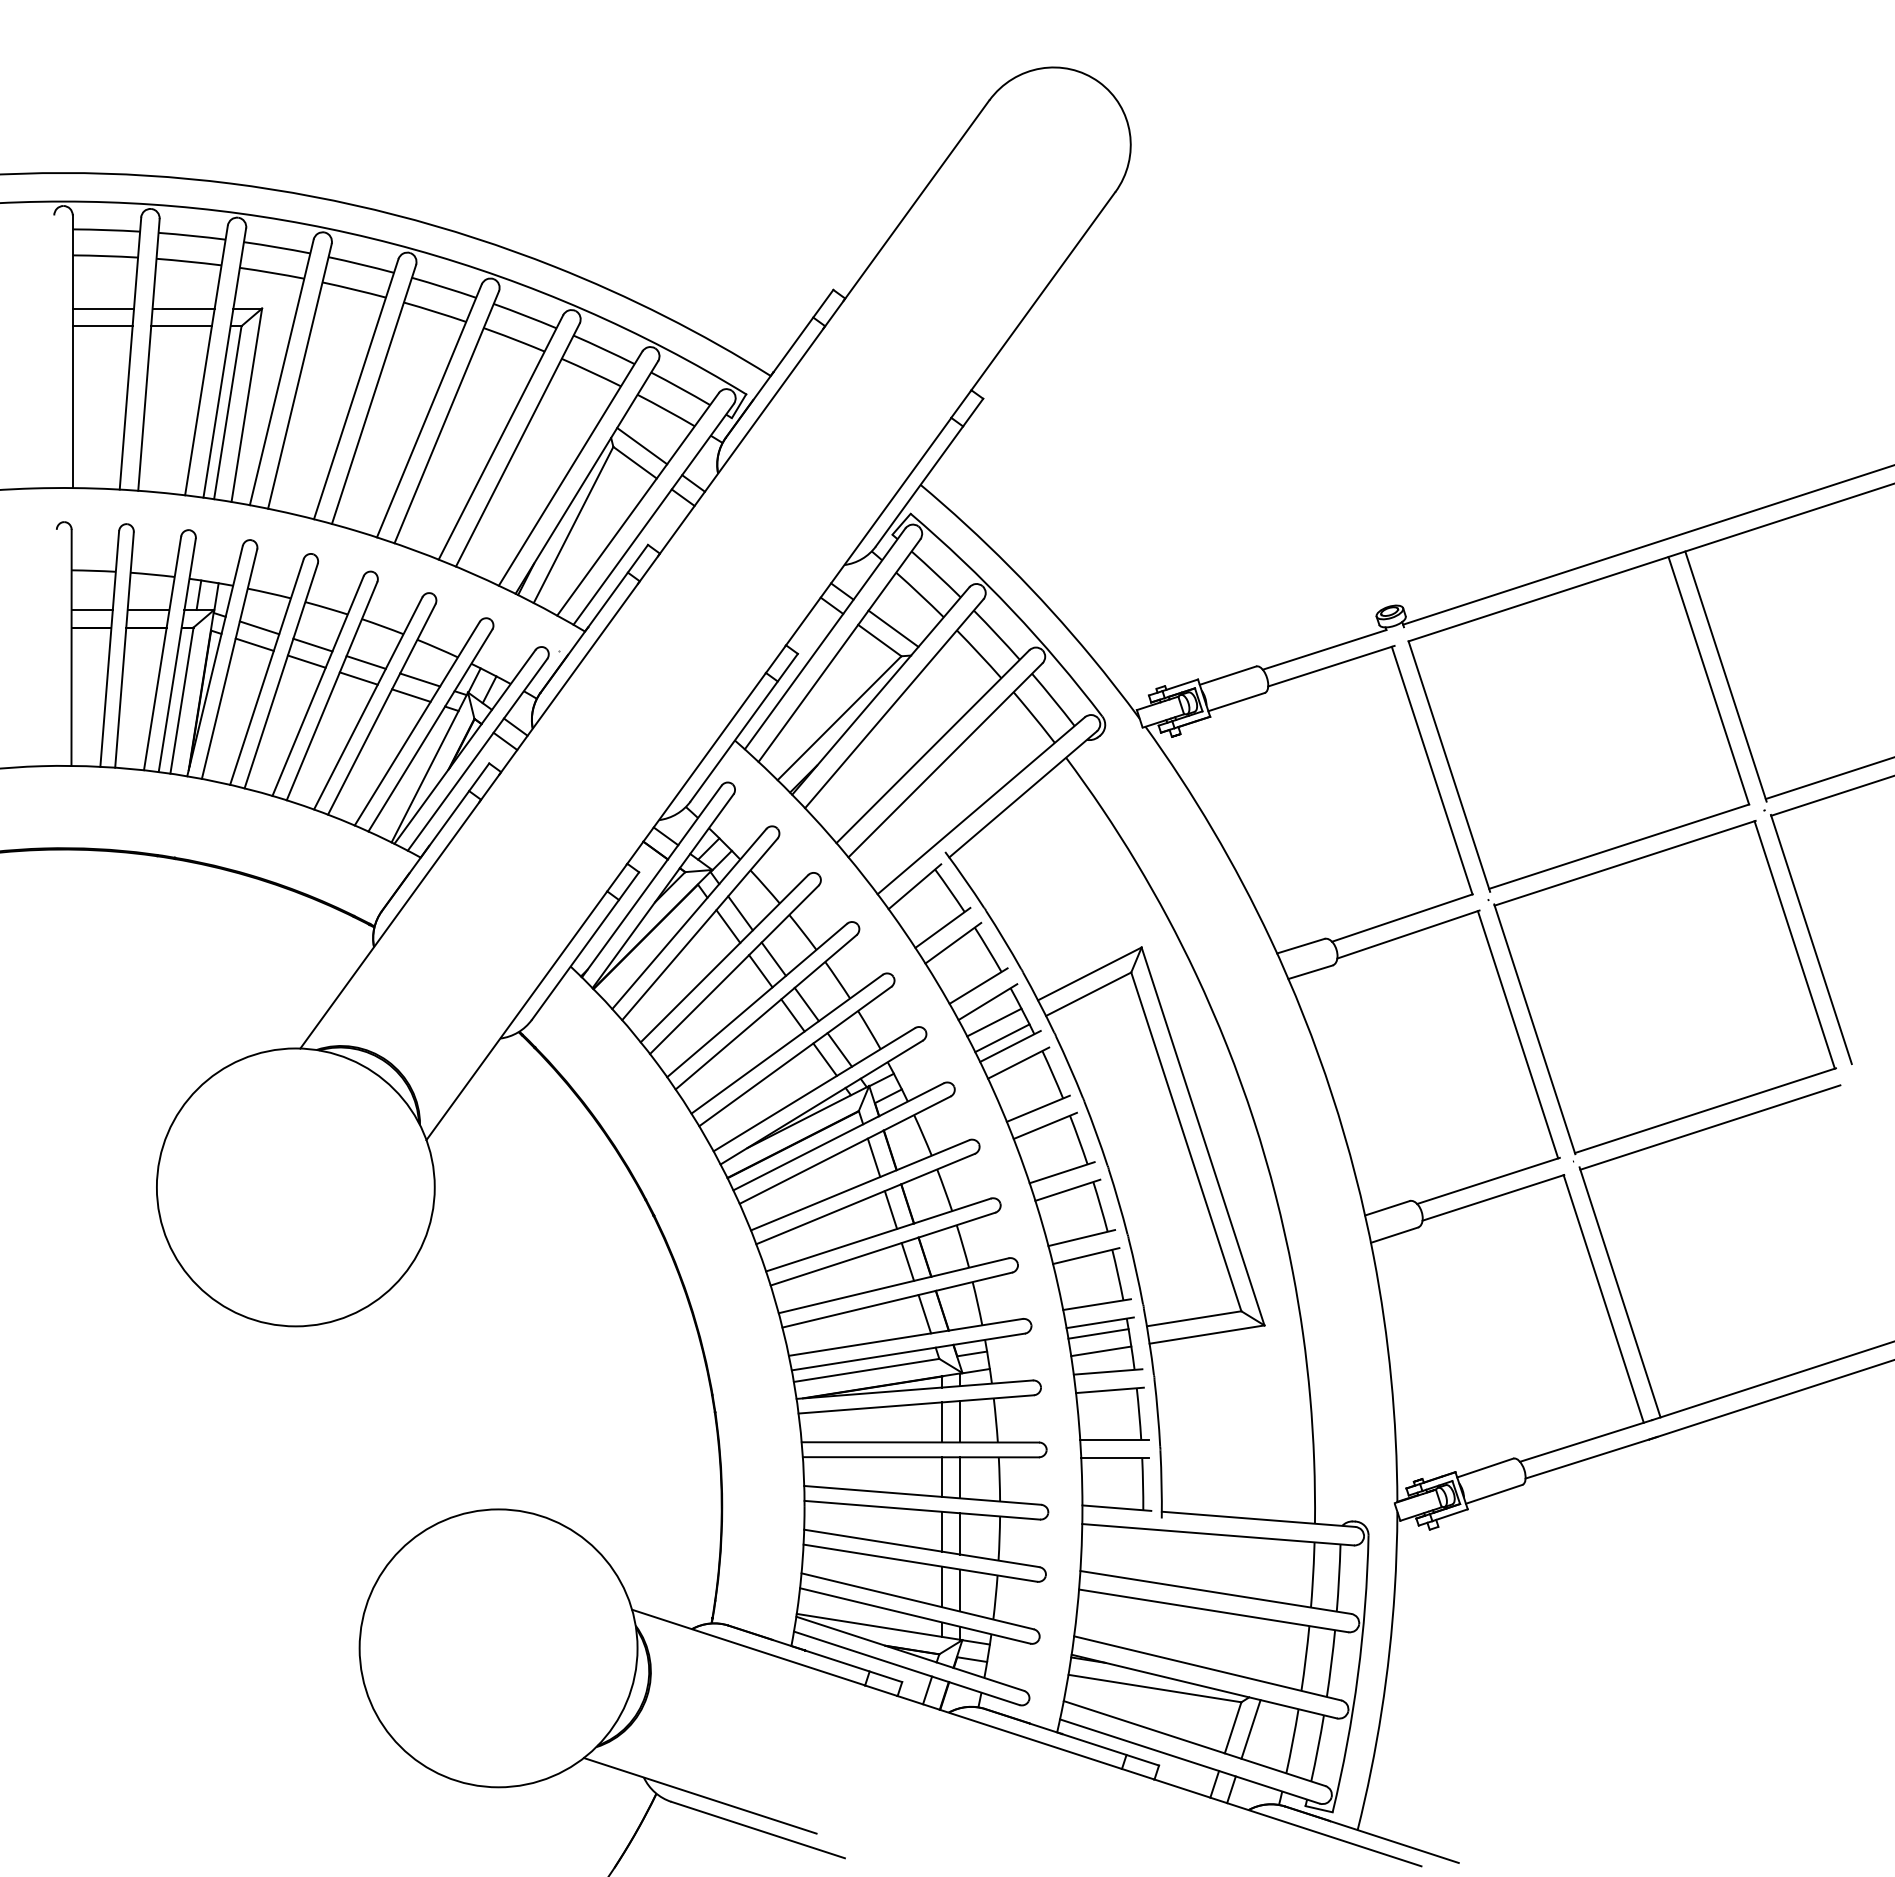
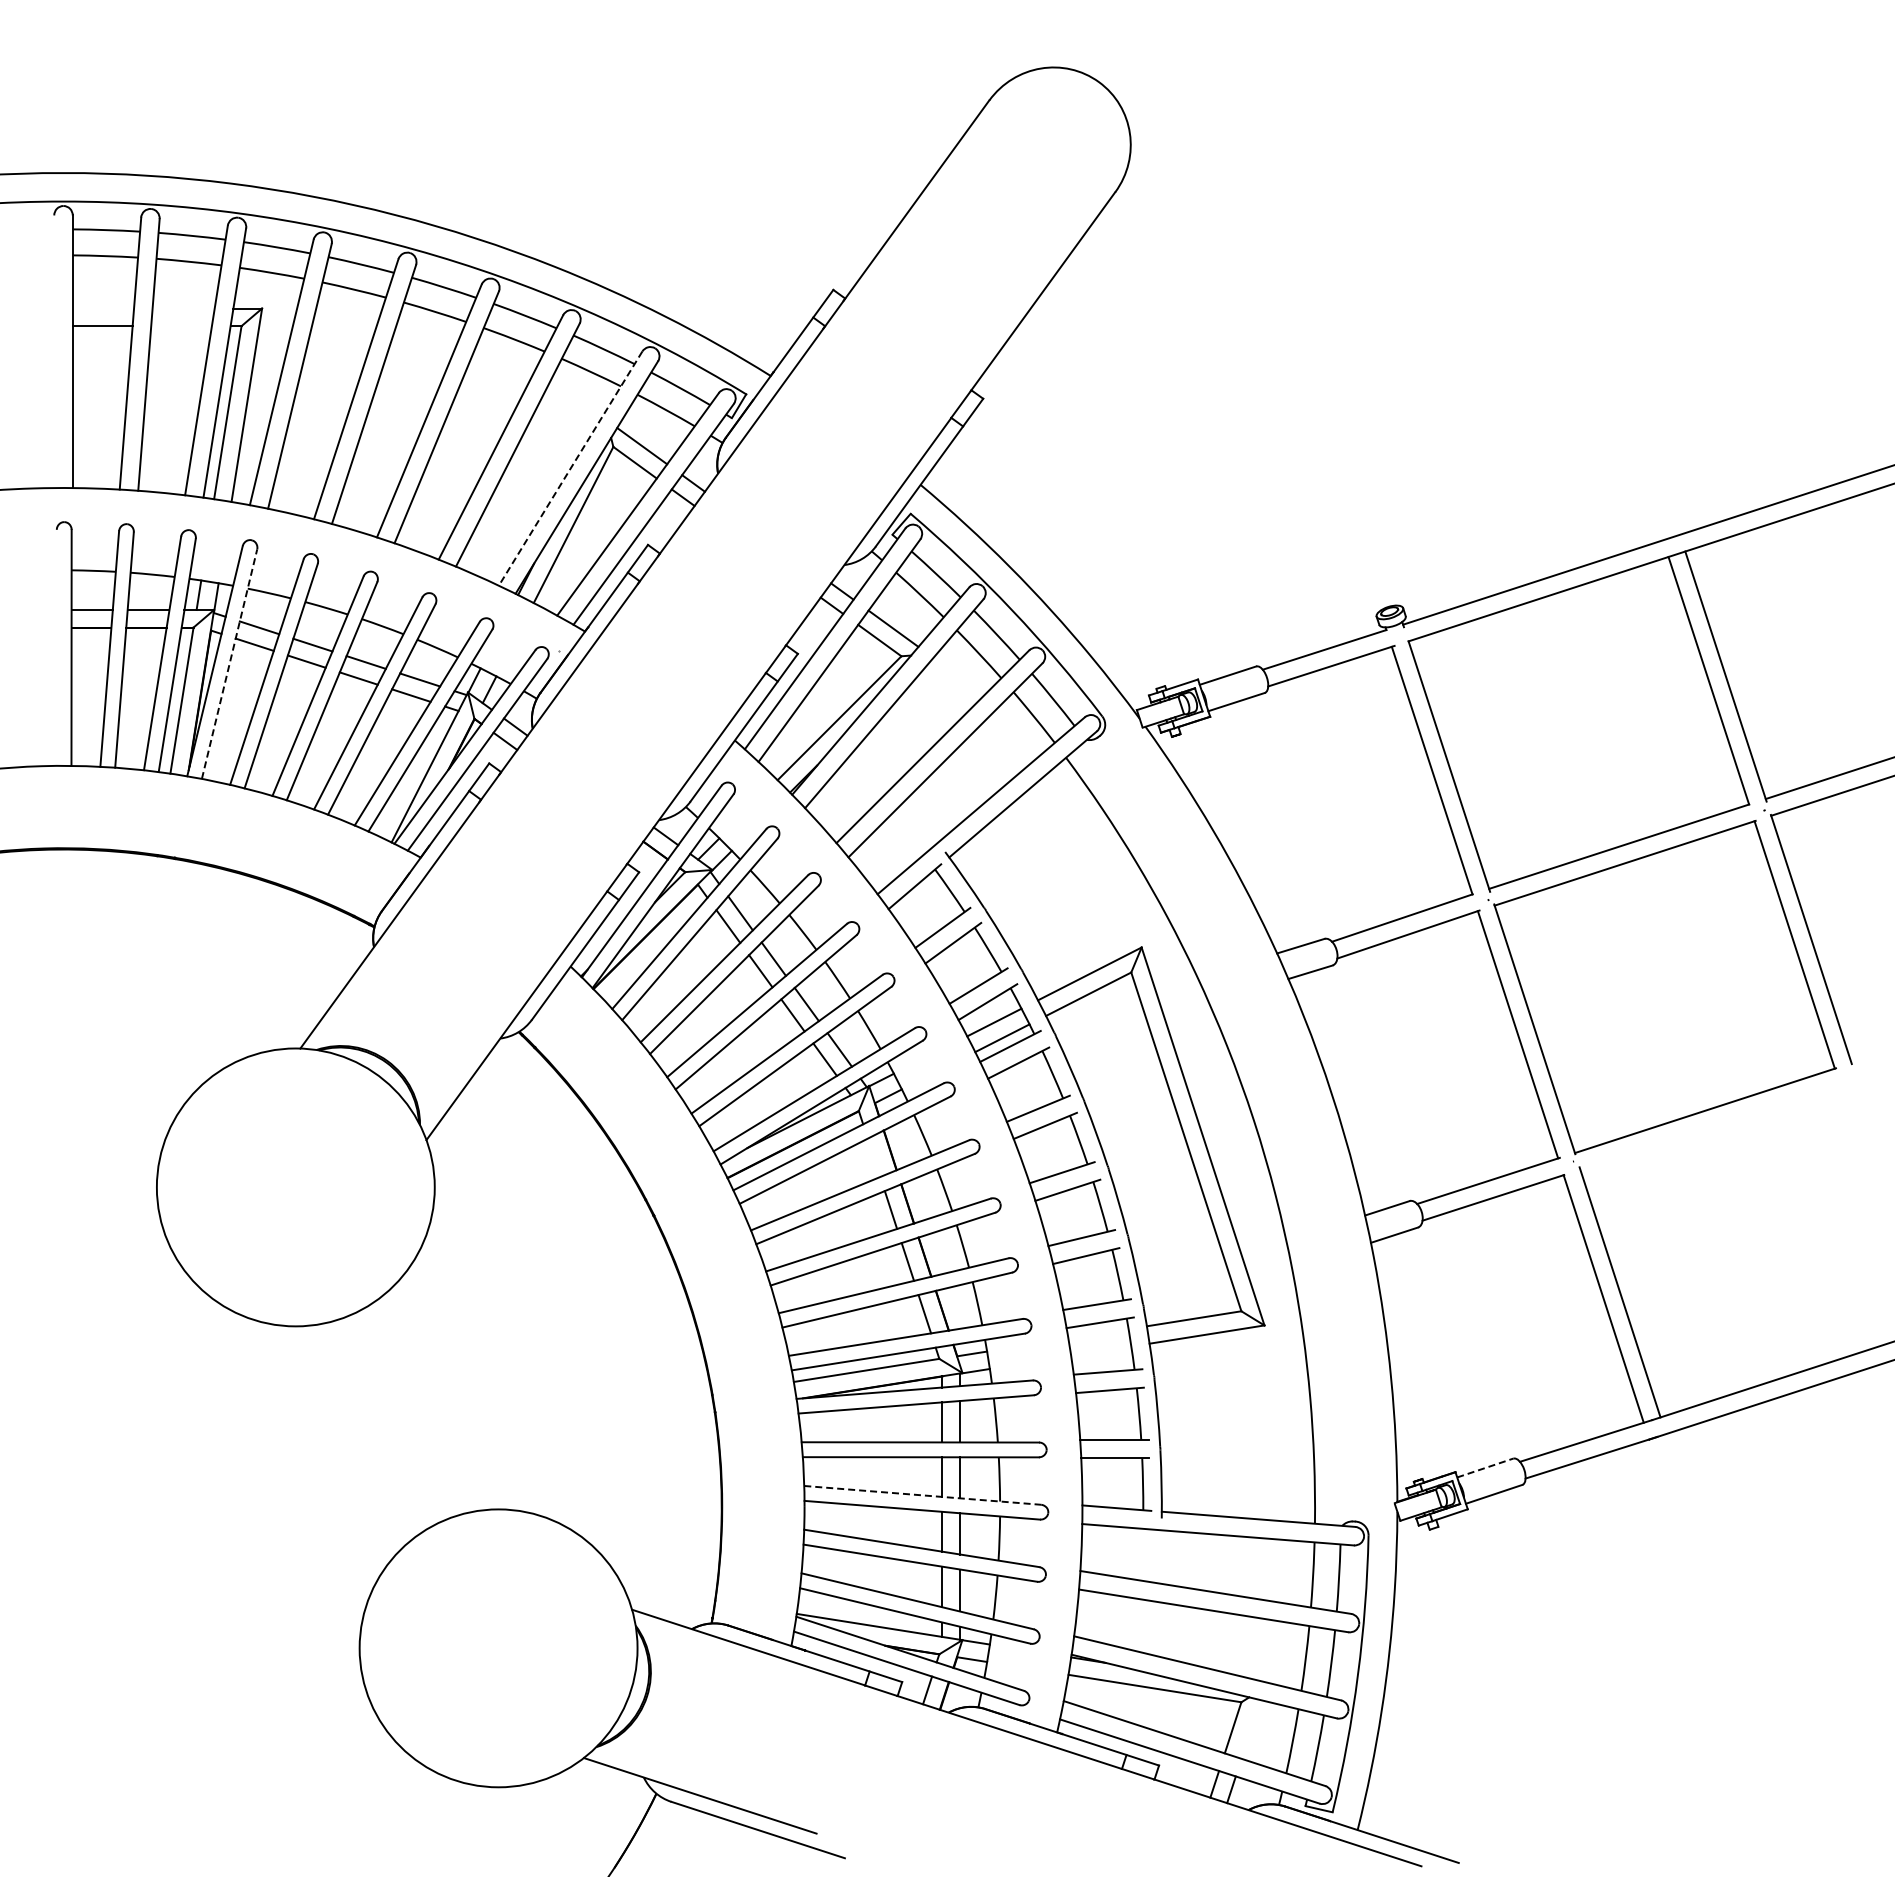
line at (103, 308): present -> none
line at (183, 308): present -> none
line at (181, 326): present -> none
line at (570, 469): solid -> dashed
line at (229, 663): solid -> dashed
line at (1710, 1127): present -> none
line at (873, 1157): present -> none
line at (1098, 1333): present -> none
line at (1101, 1351): present -> none
line at (1485, 1468): solid -> dashed
line at (922, 1495): solid -> dashed
line at (1250, 1729): present -> none
